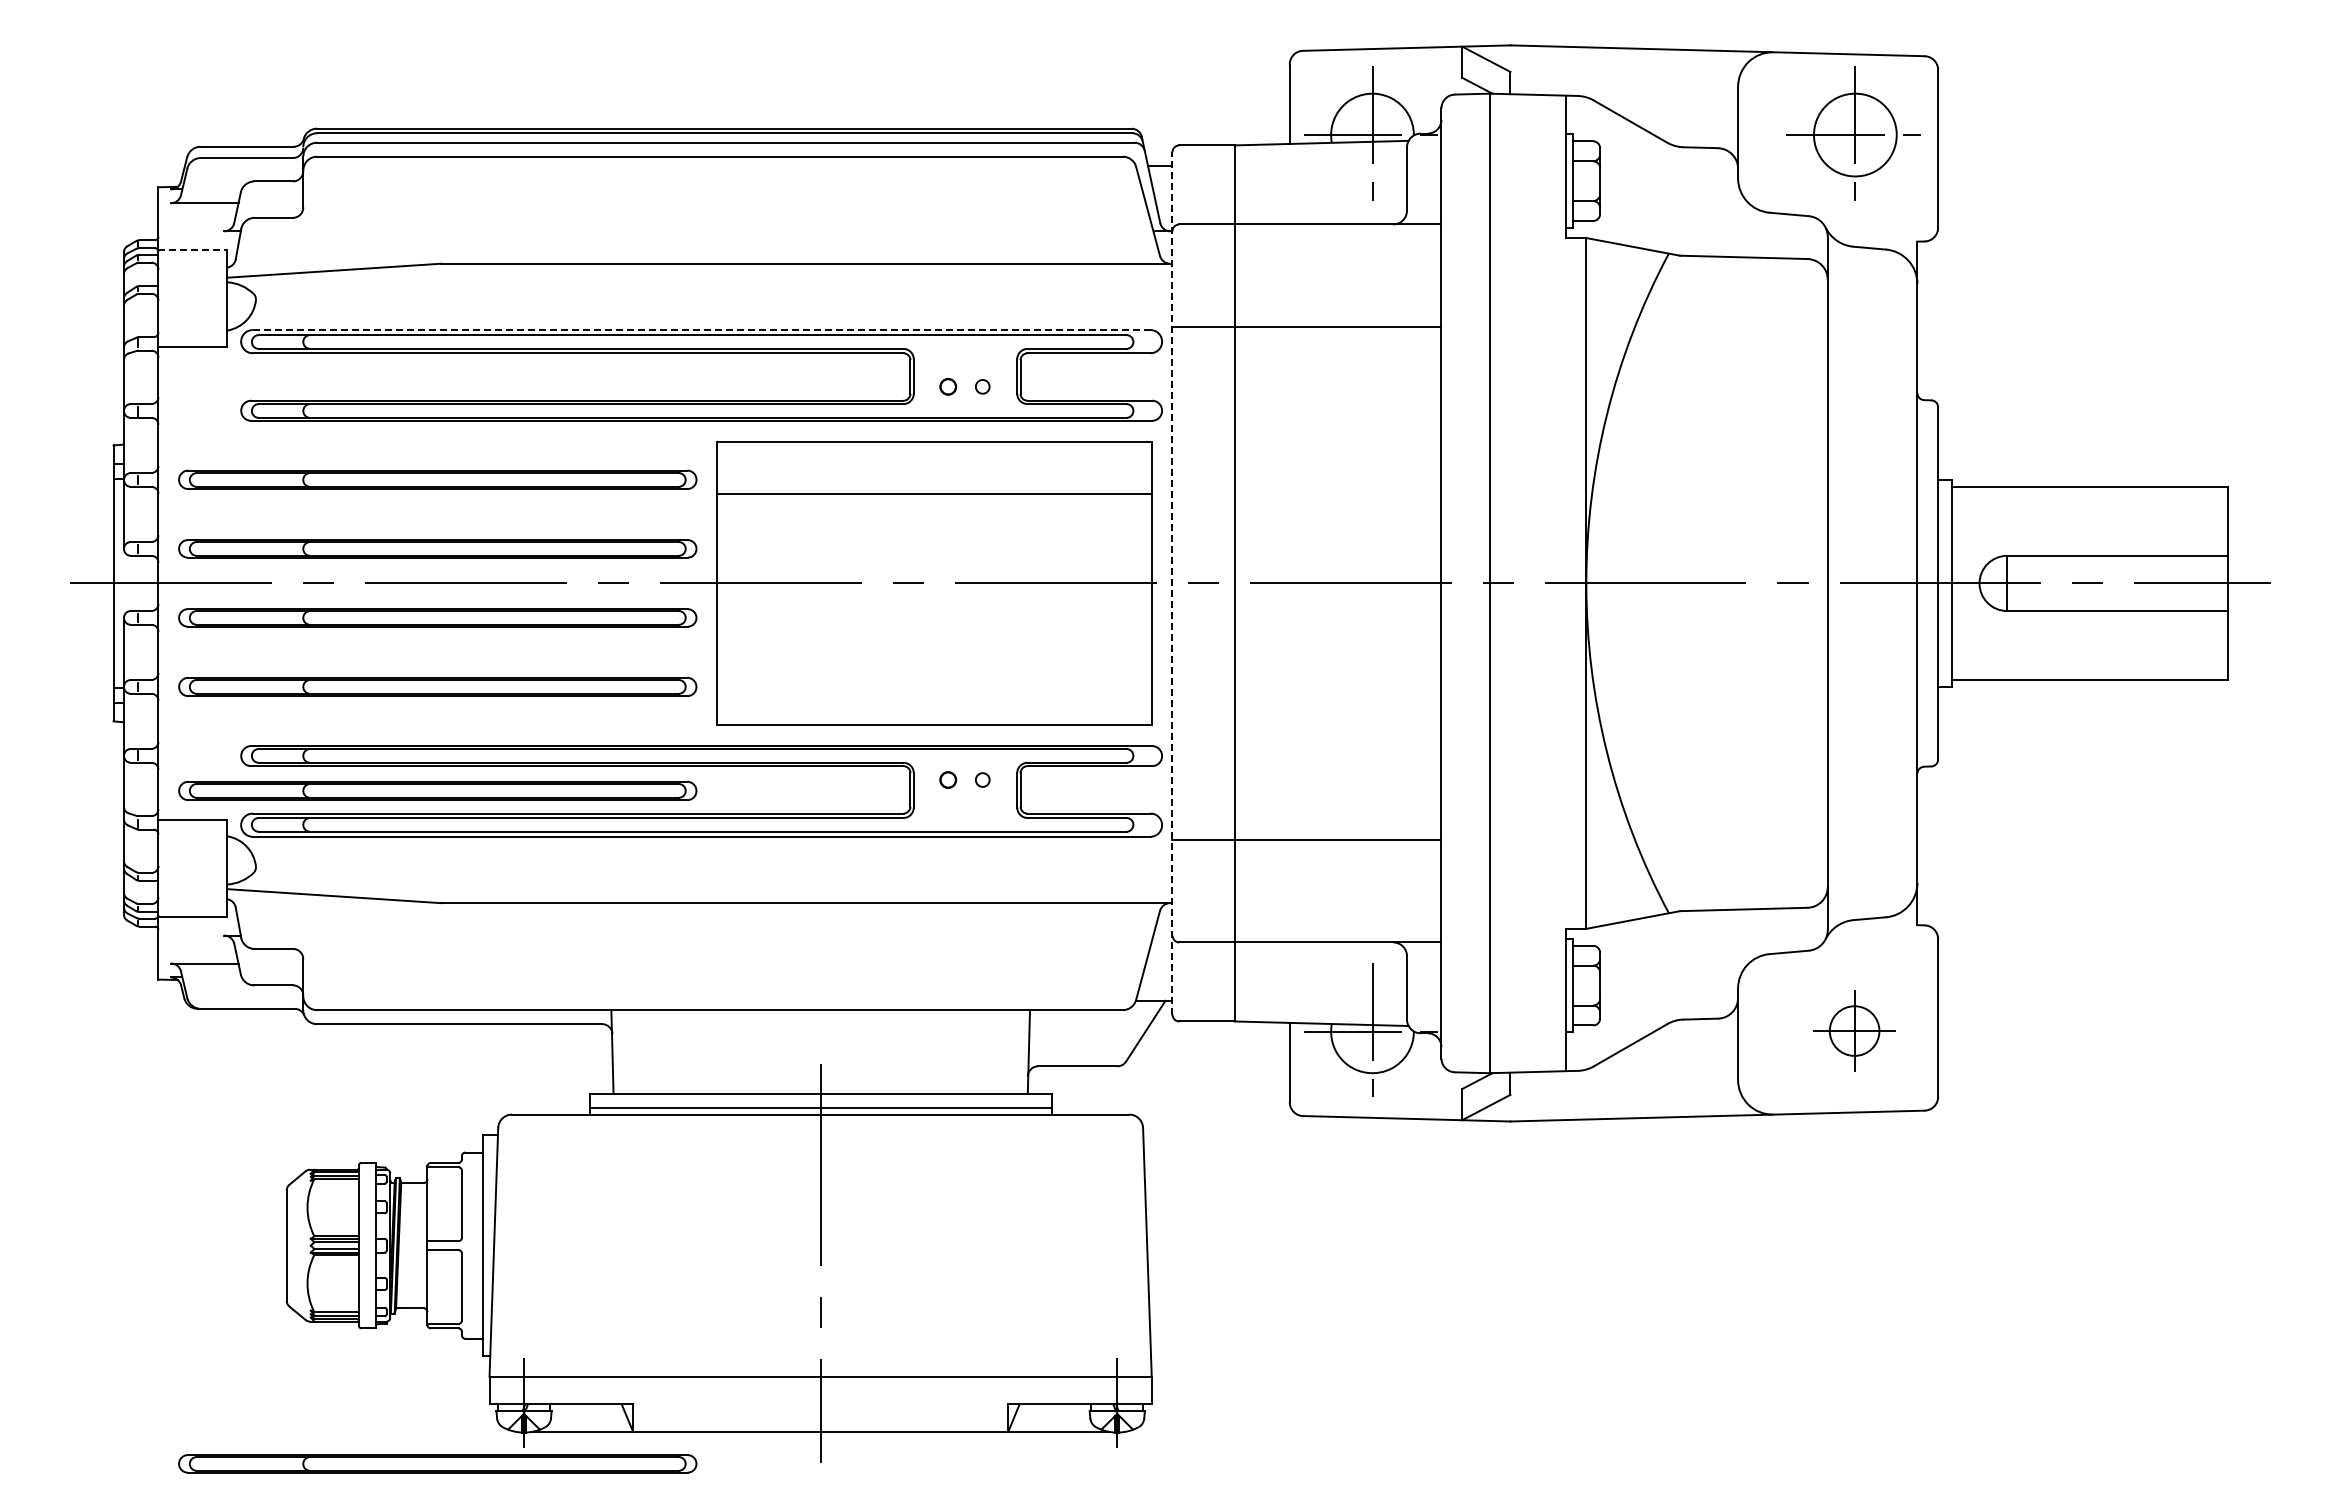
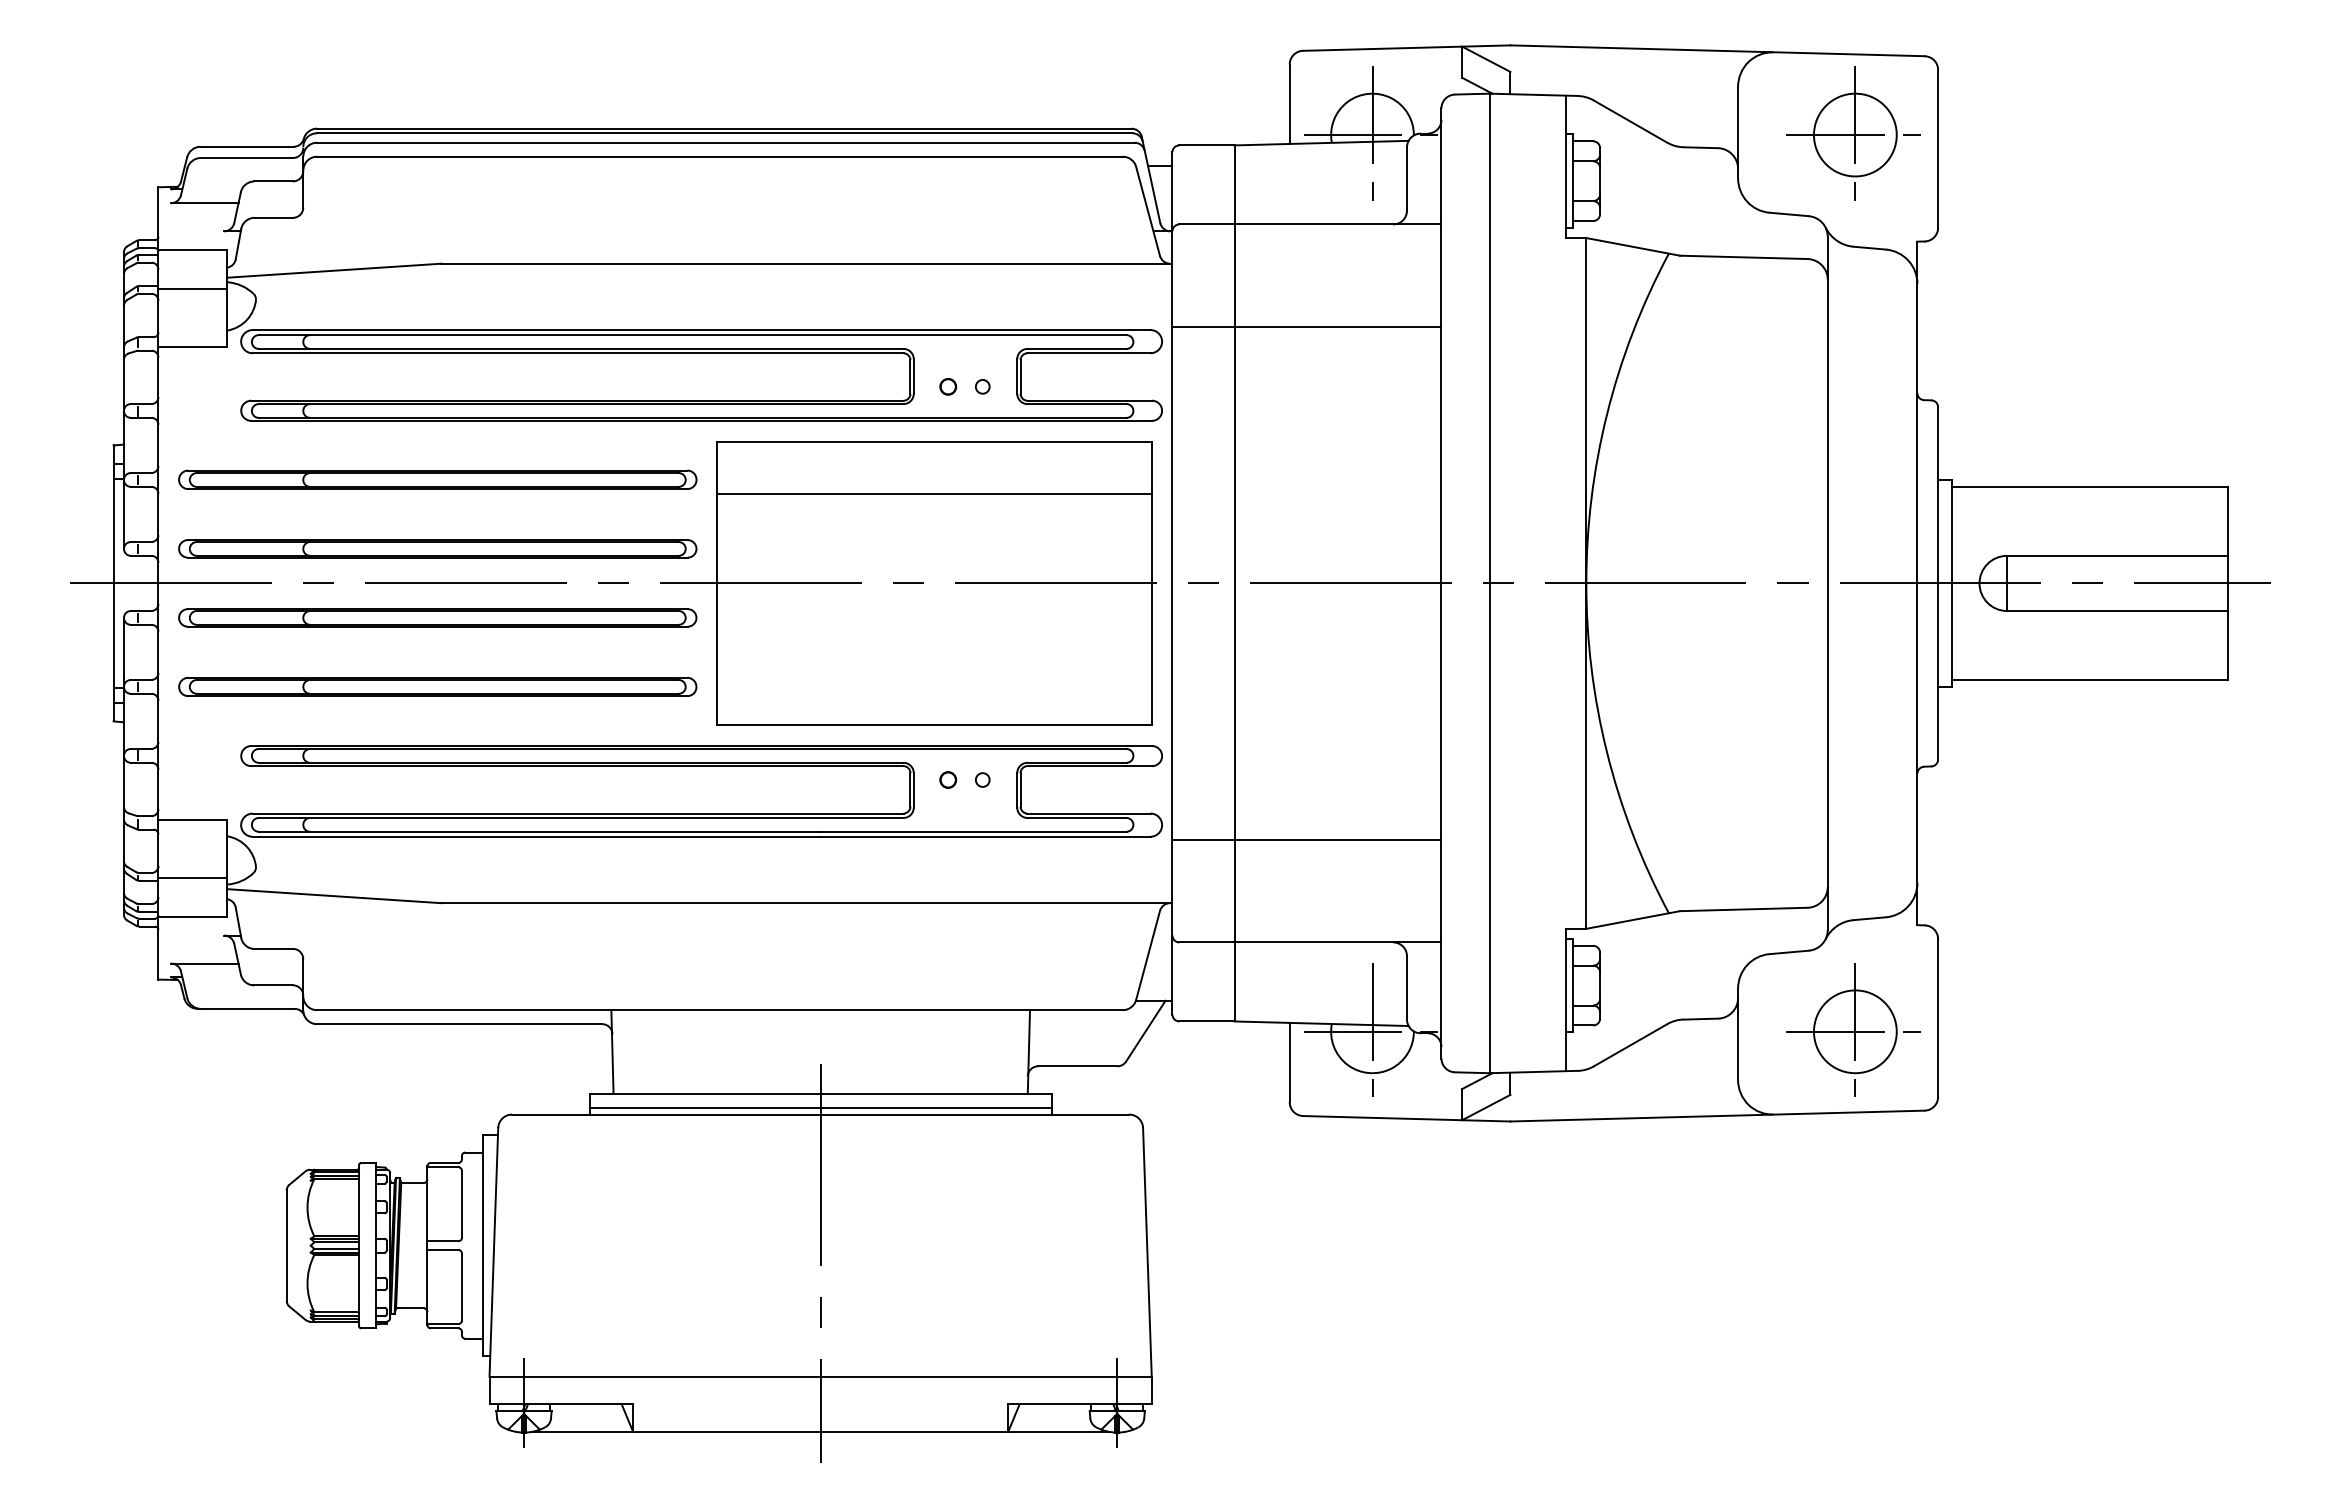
line at (193, 249): dashed -> solid
line at (192, 288): none -> present
line at (701, 330): dashed -> solid
line at (1172, 582): dashed -> solid
part at (437, 790): present -> none
line at (192, 877): none -> present
part at (1854, 1030) size: 83x82 px -> 135x134 px
part at (437, 1463): present -> none
